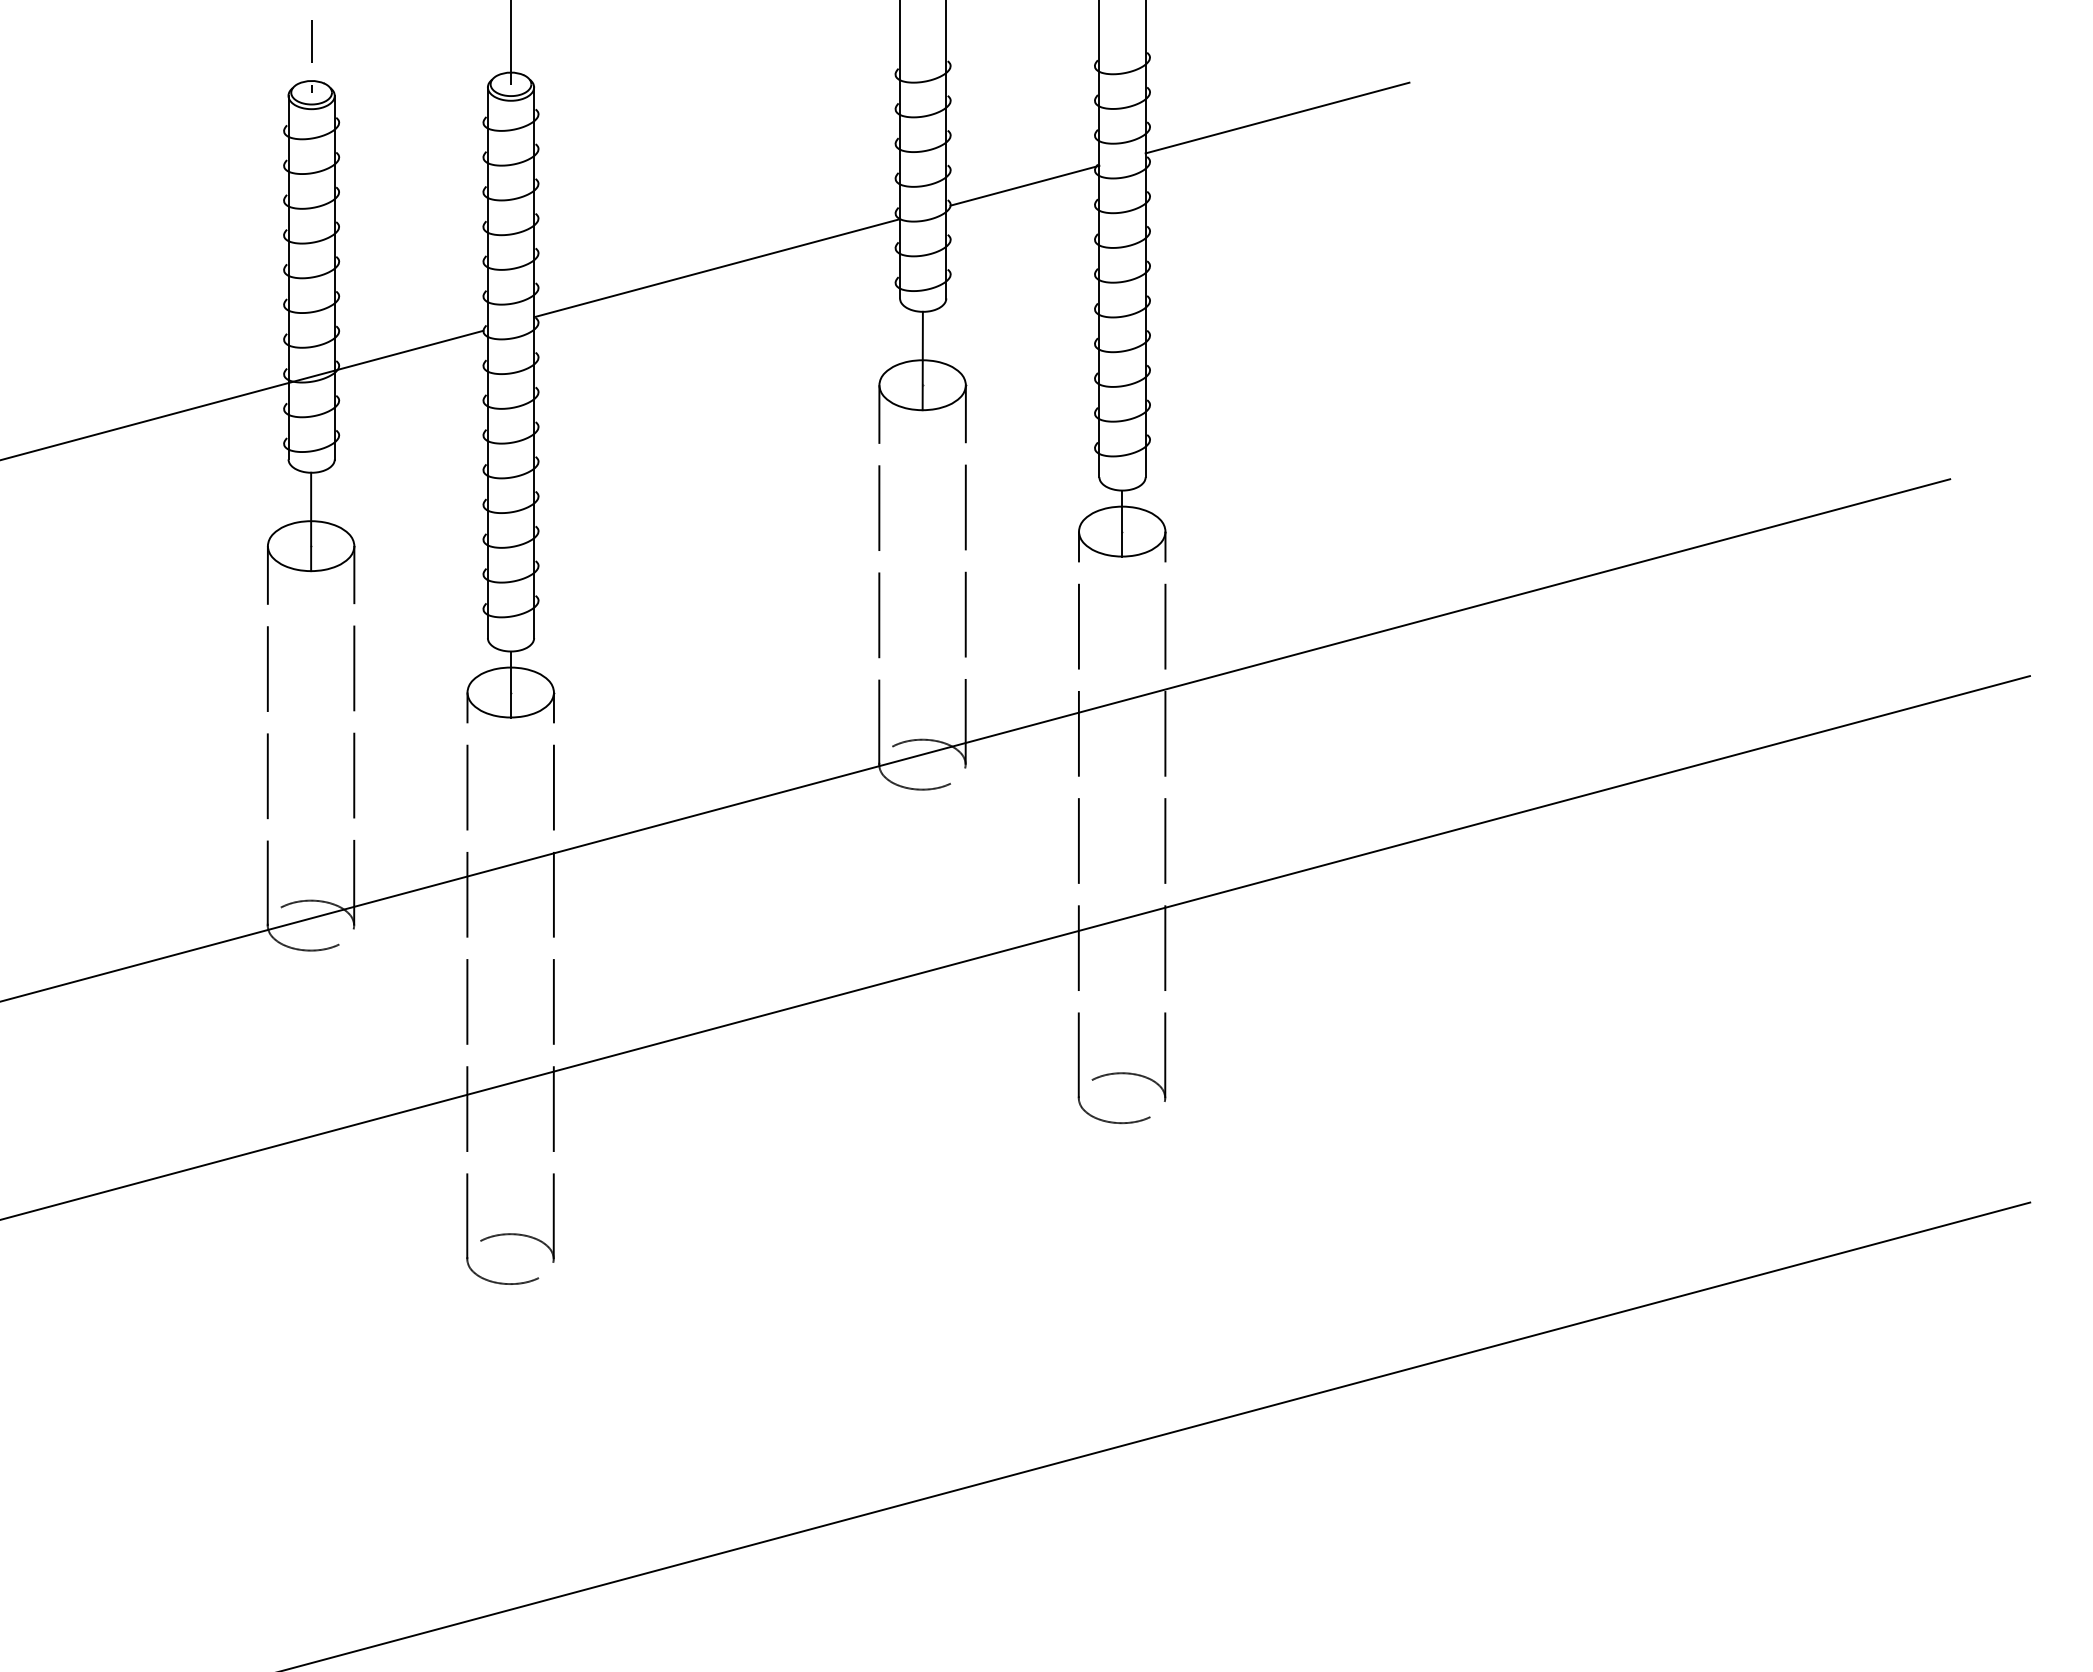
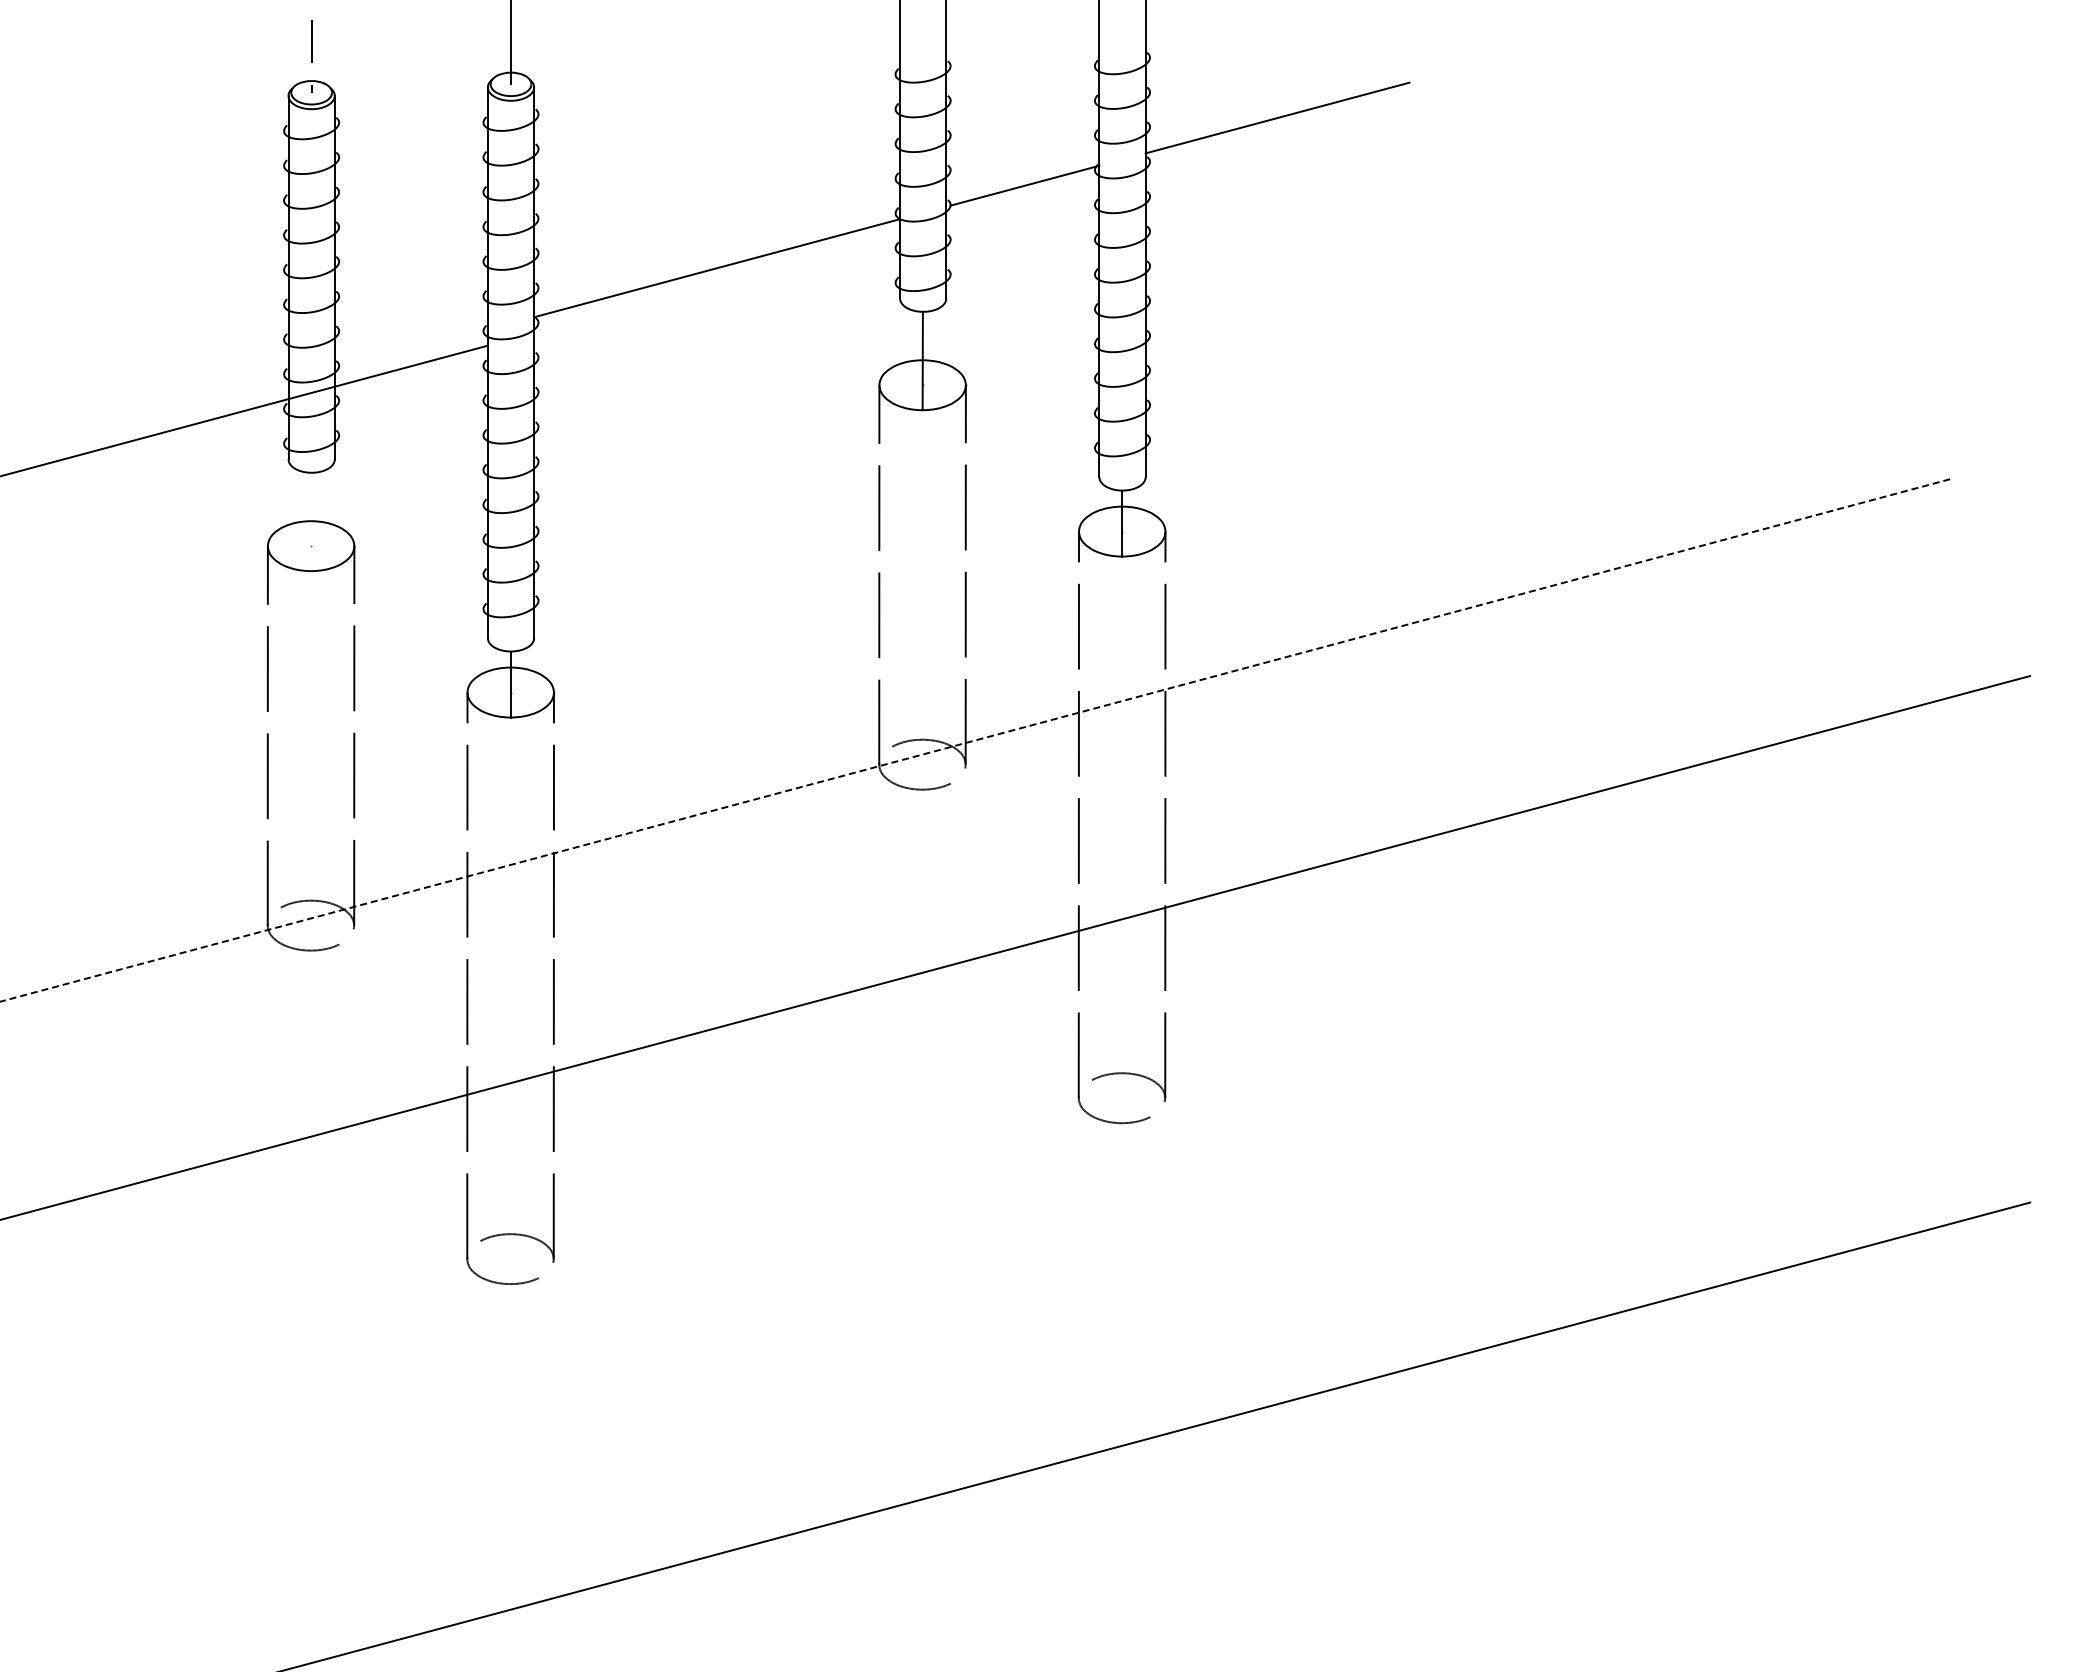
line at (242, 394) position: (242, 394) -> (244, 410)
line at (311, 521): present -> none
line at (974, 740): solid -> dashed
